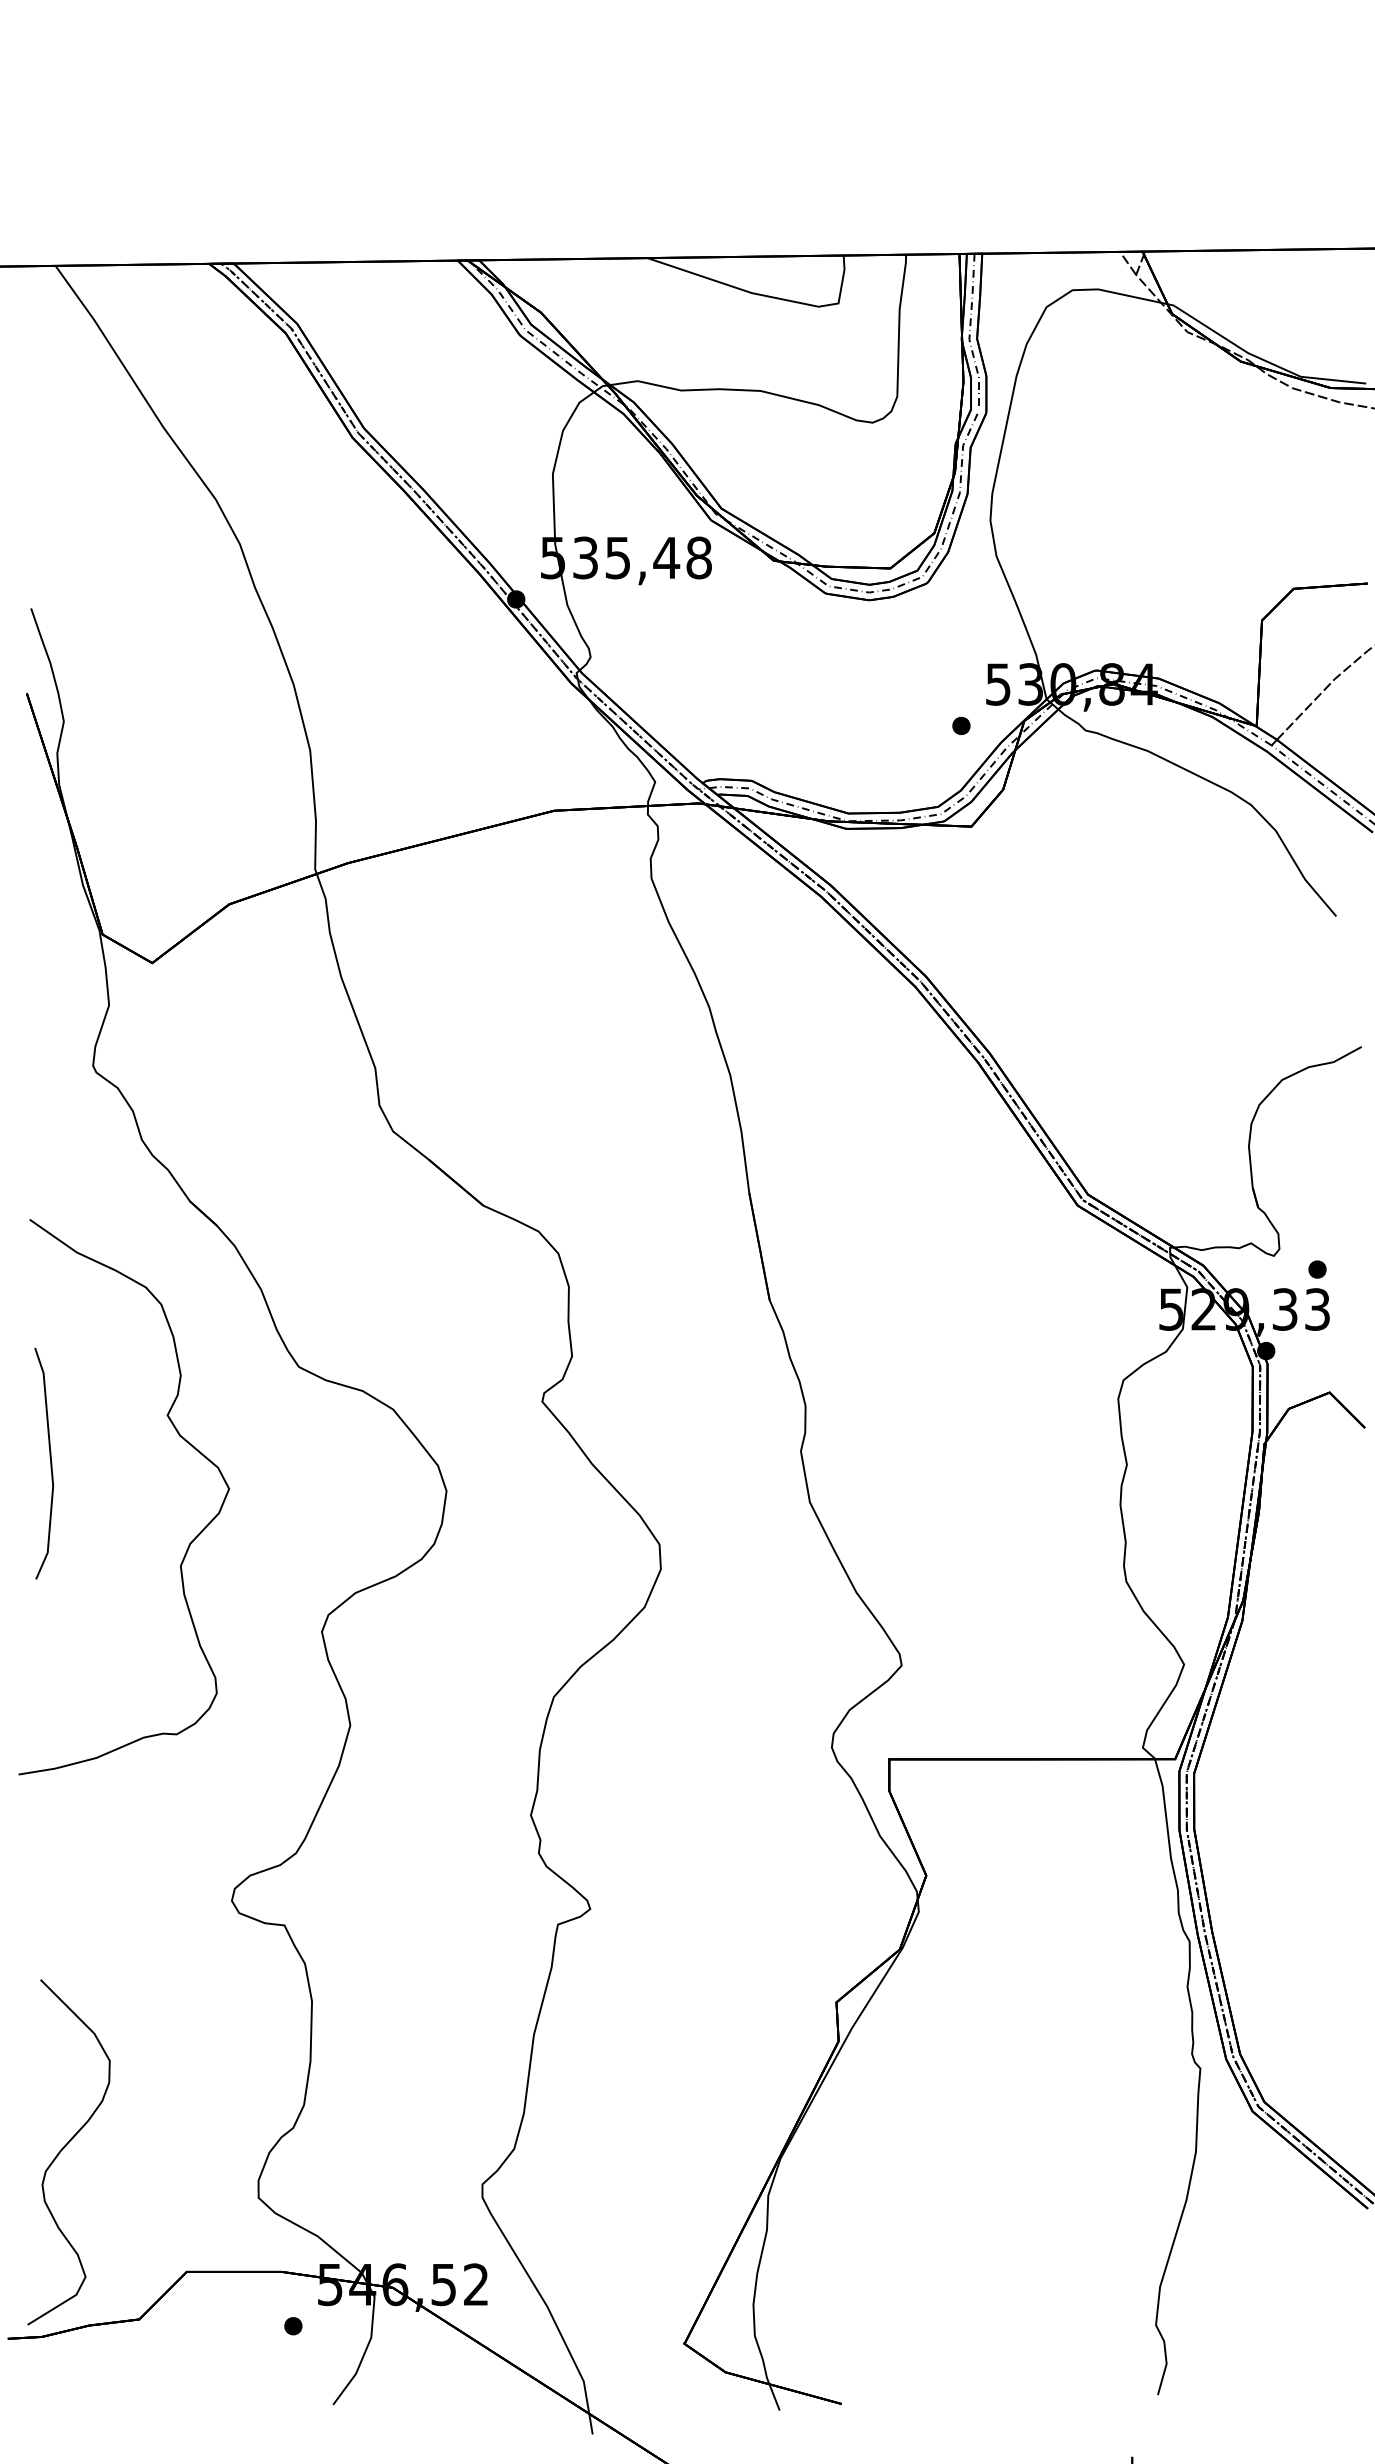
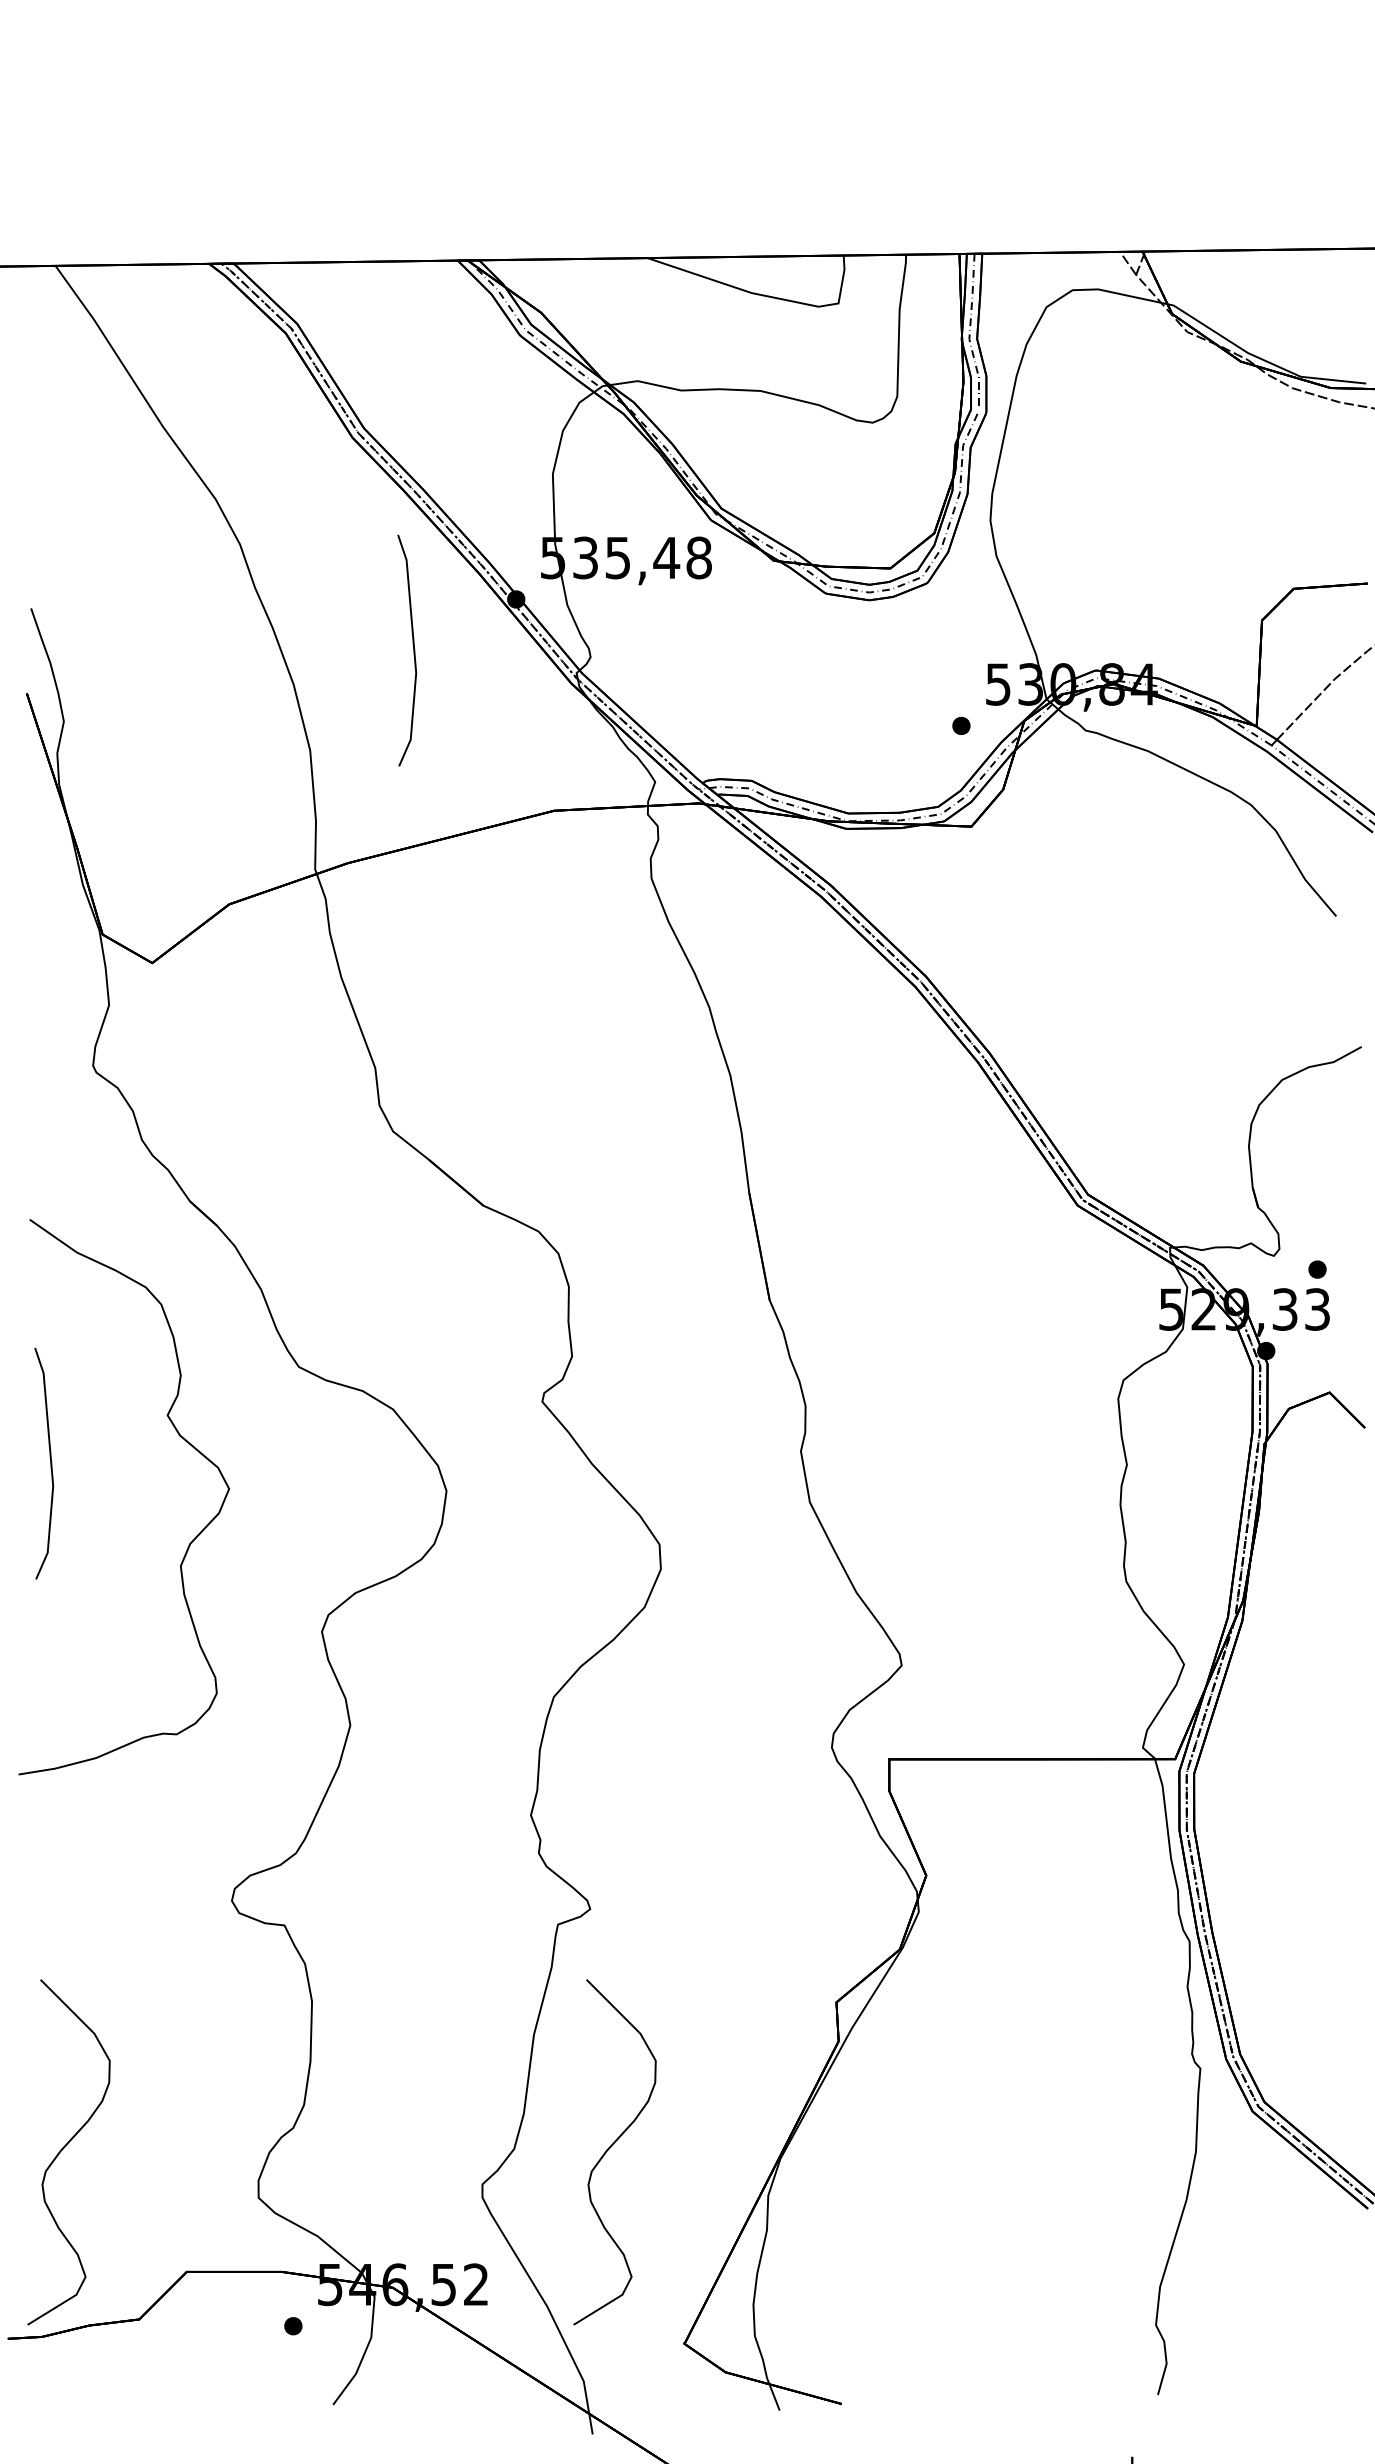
line at (413, 650): none -> present
curve at (610, 2148): none -> present
